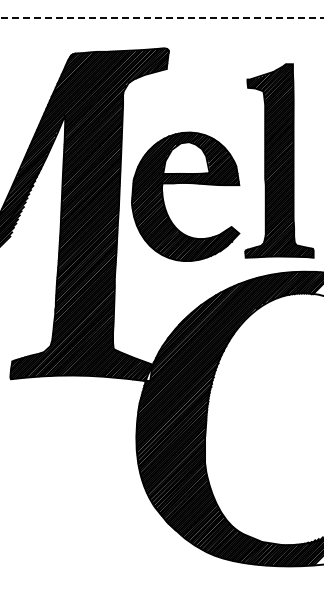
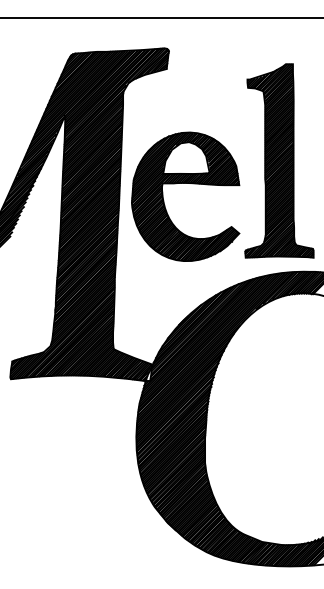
line at (161, 17): dashed -> solid
